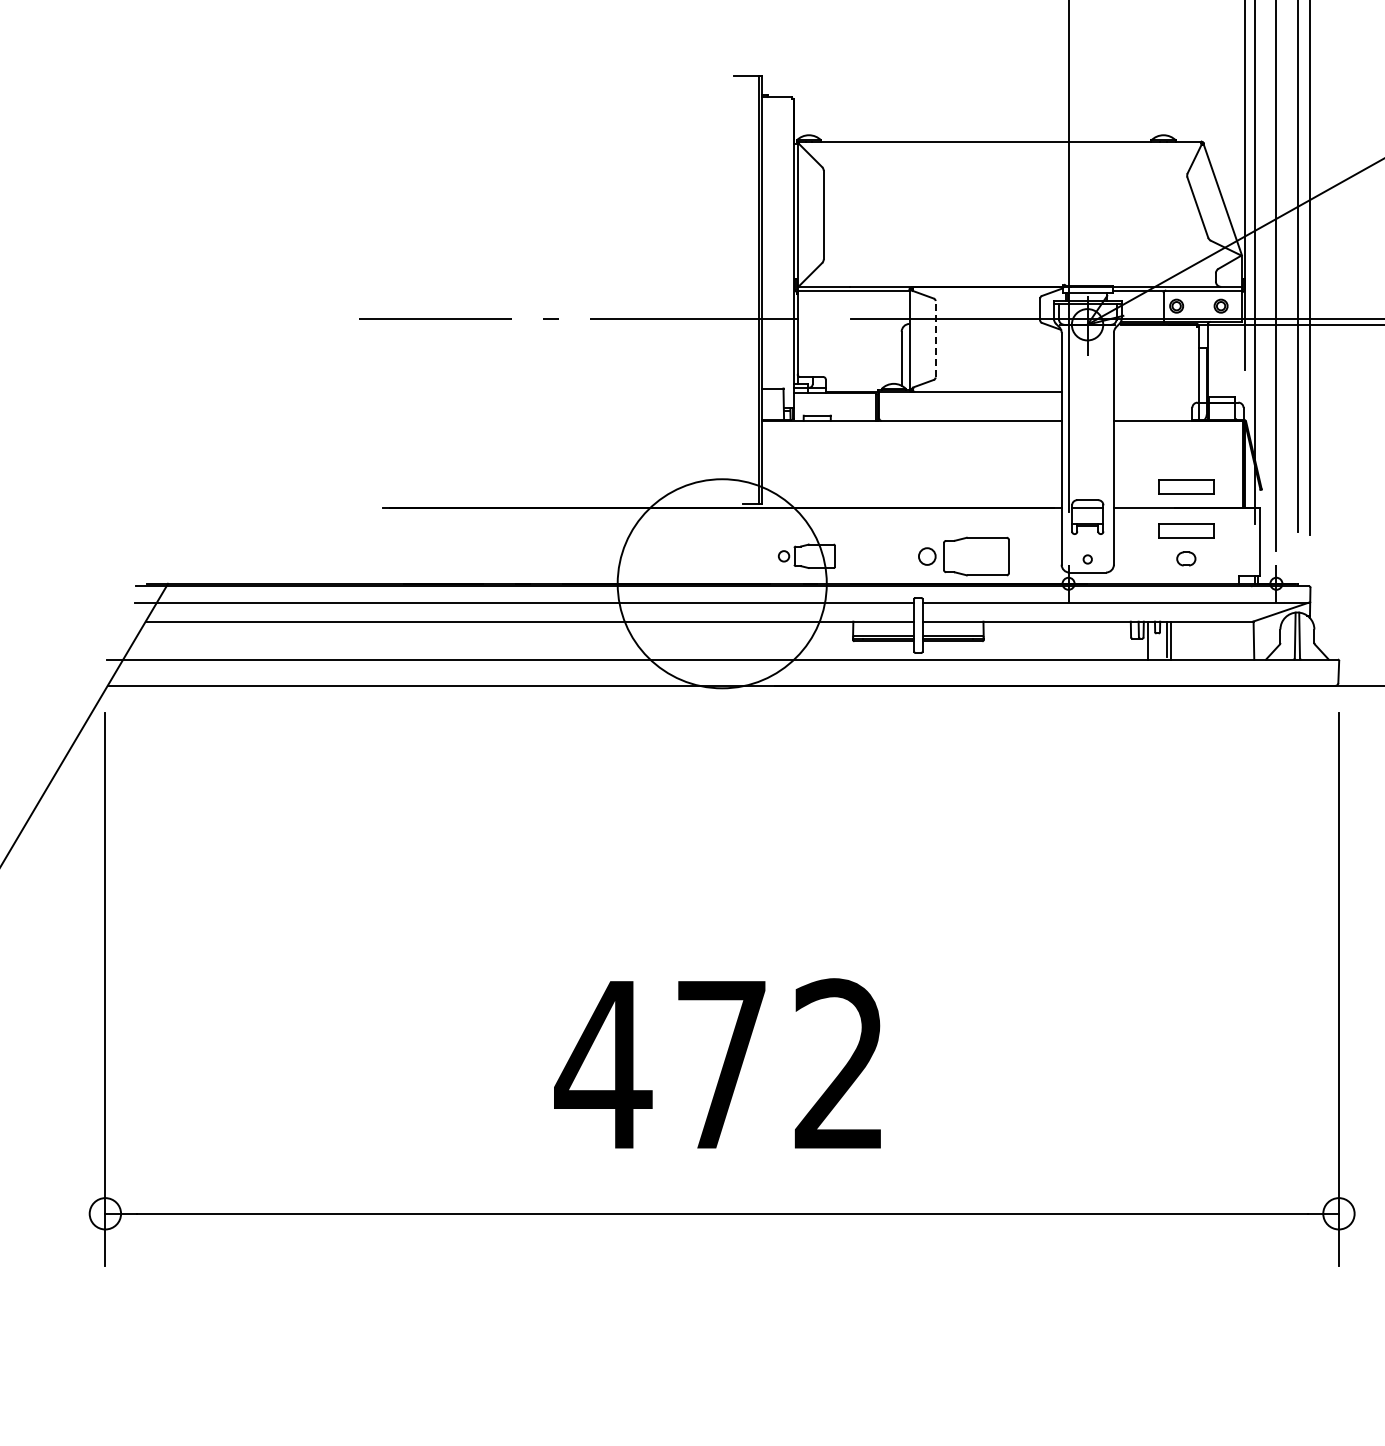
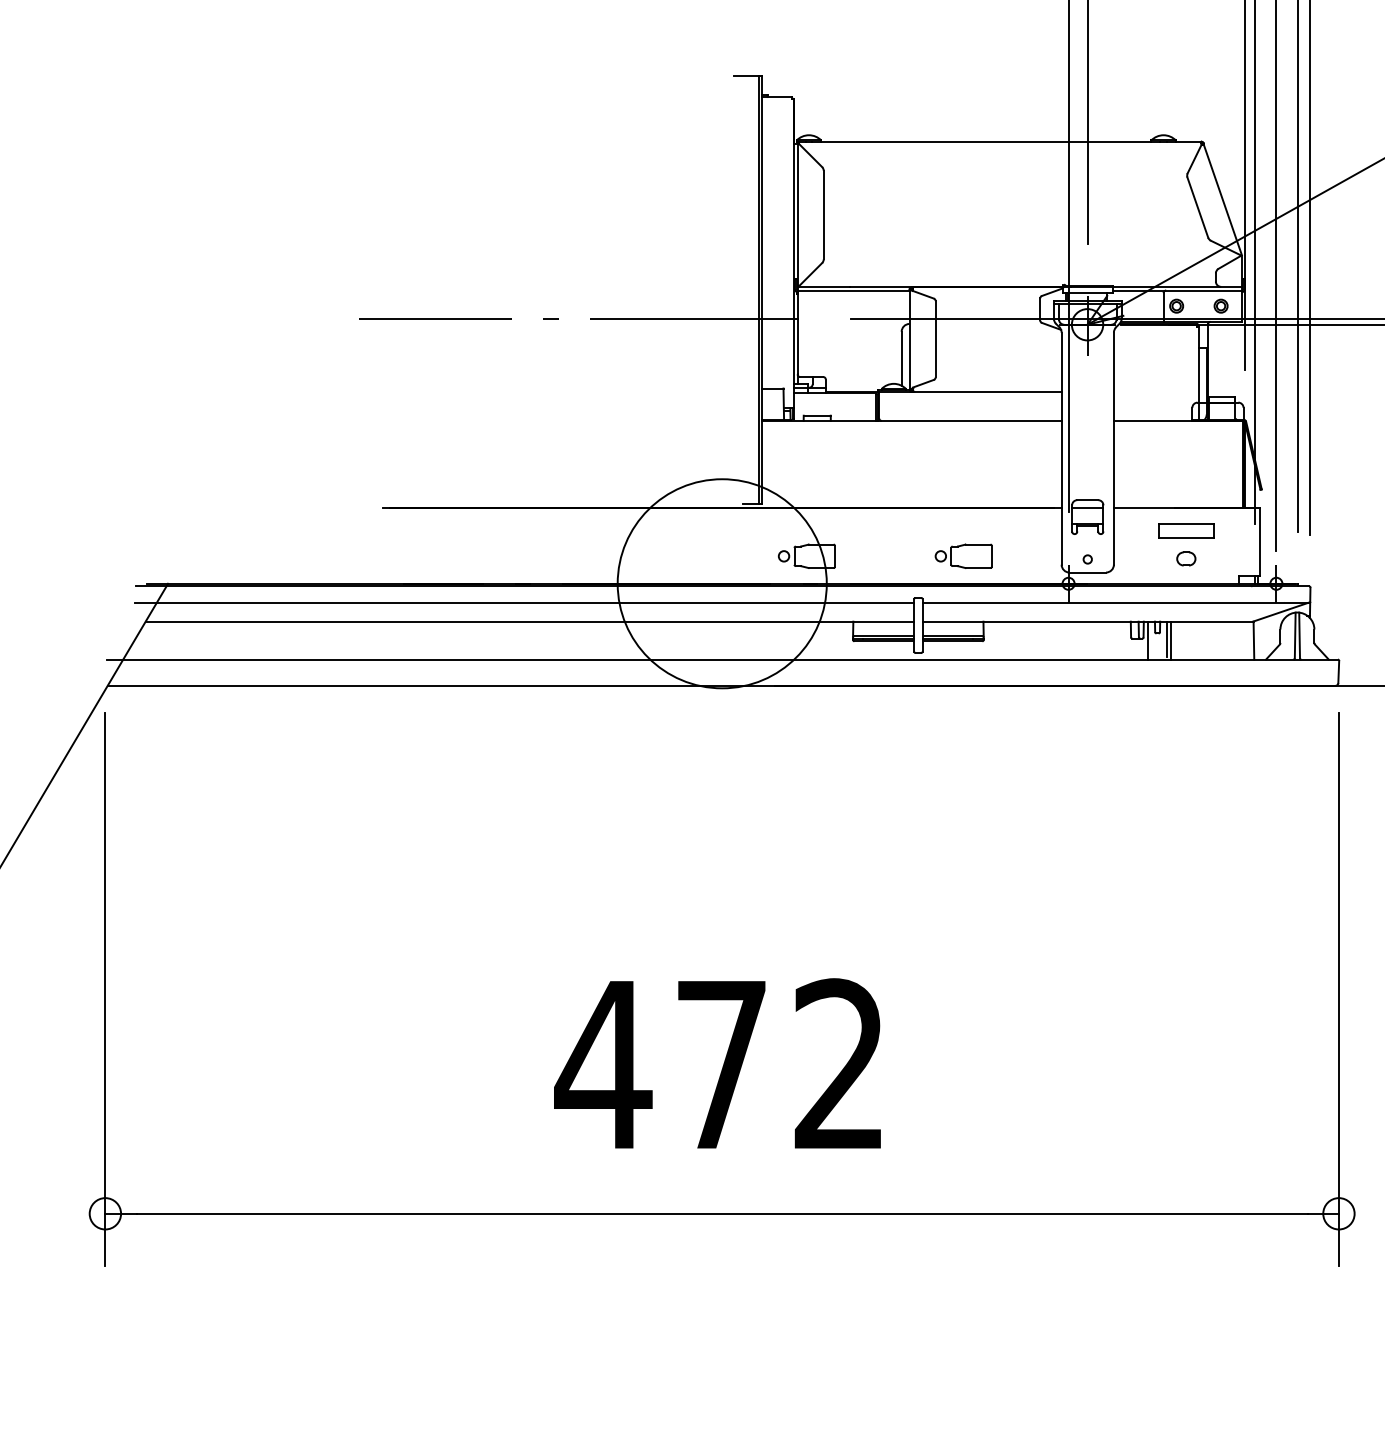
line at (1087, 122): none -> present
line at (935, 338): dashed -> solid
part at (1186, 486): present -> none
part at (963, 556) size: 92x41 px -> 59x26 px
